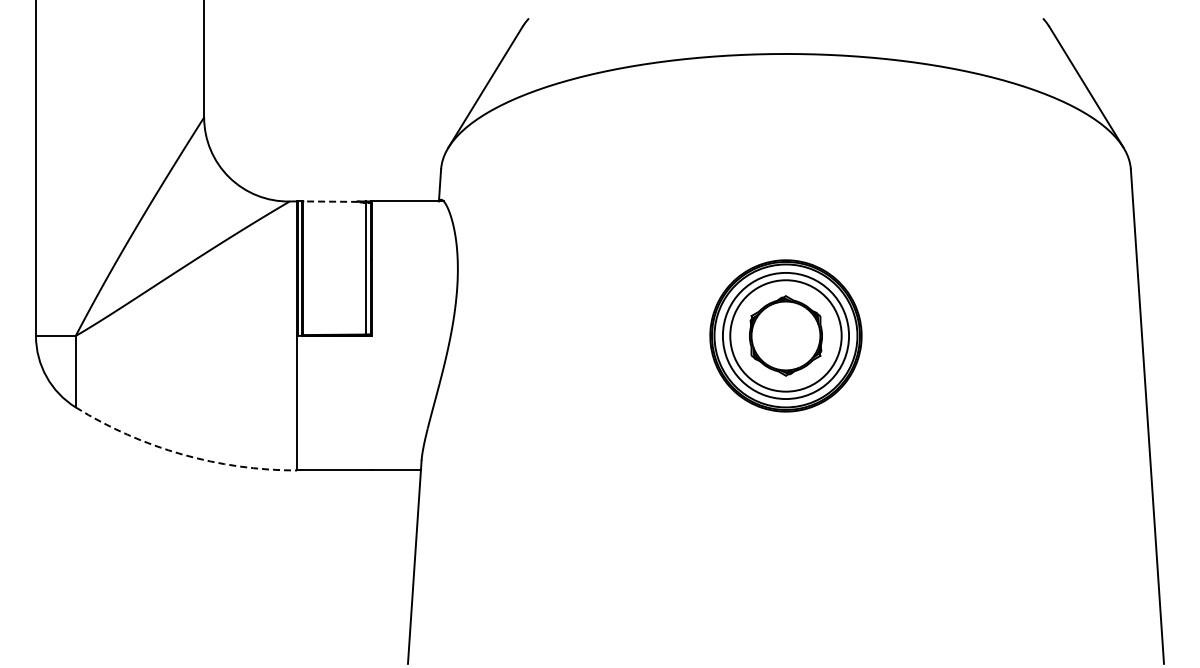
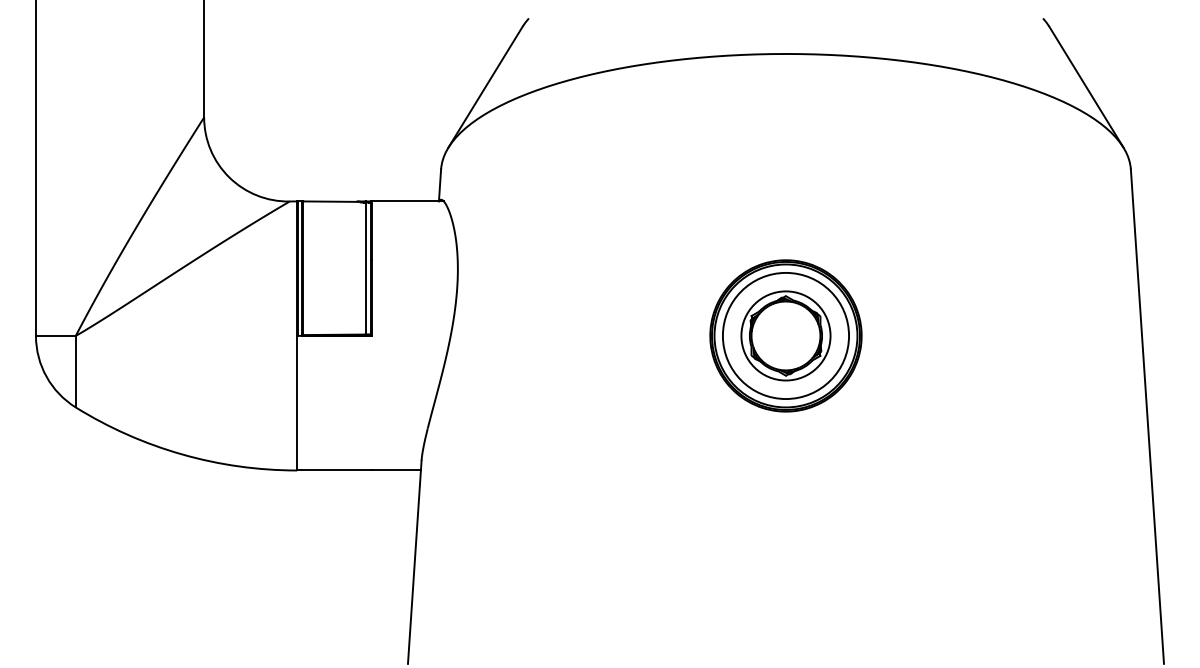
line at (330, 201): dashed -> solid
circle at (785, 335) diameter: 111 px -> 89 px
arc at (182, 454): dashed -> solid
